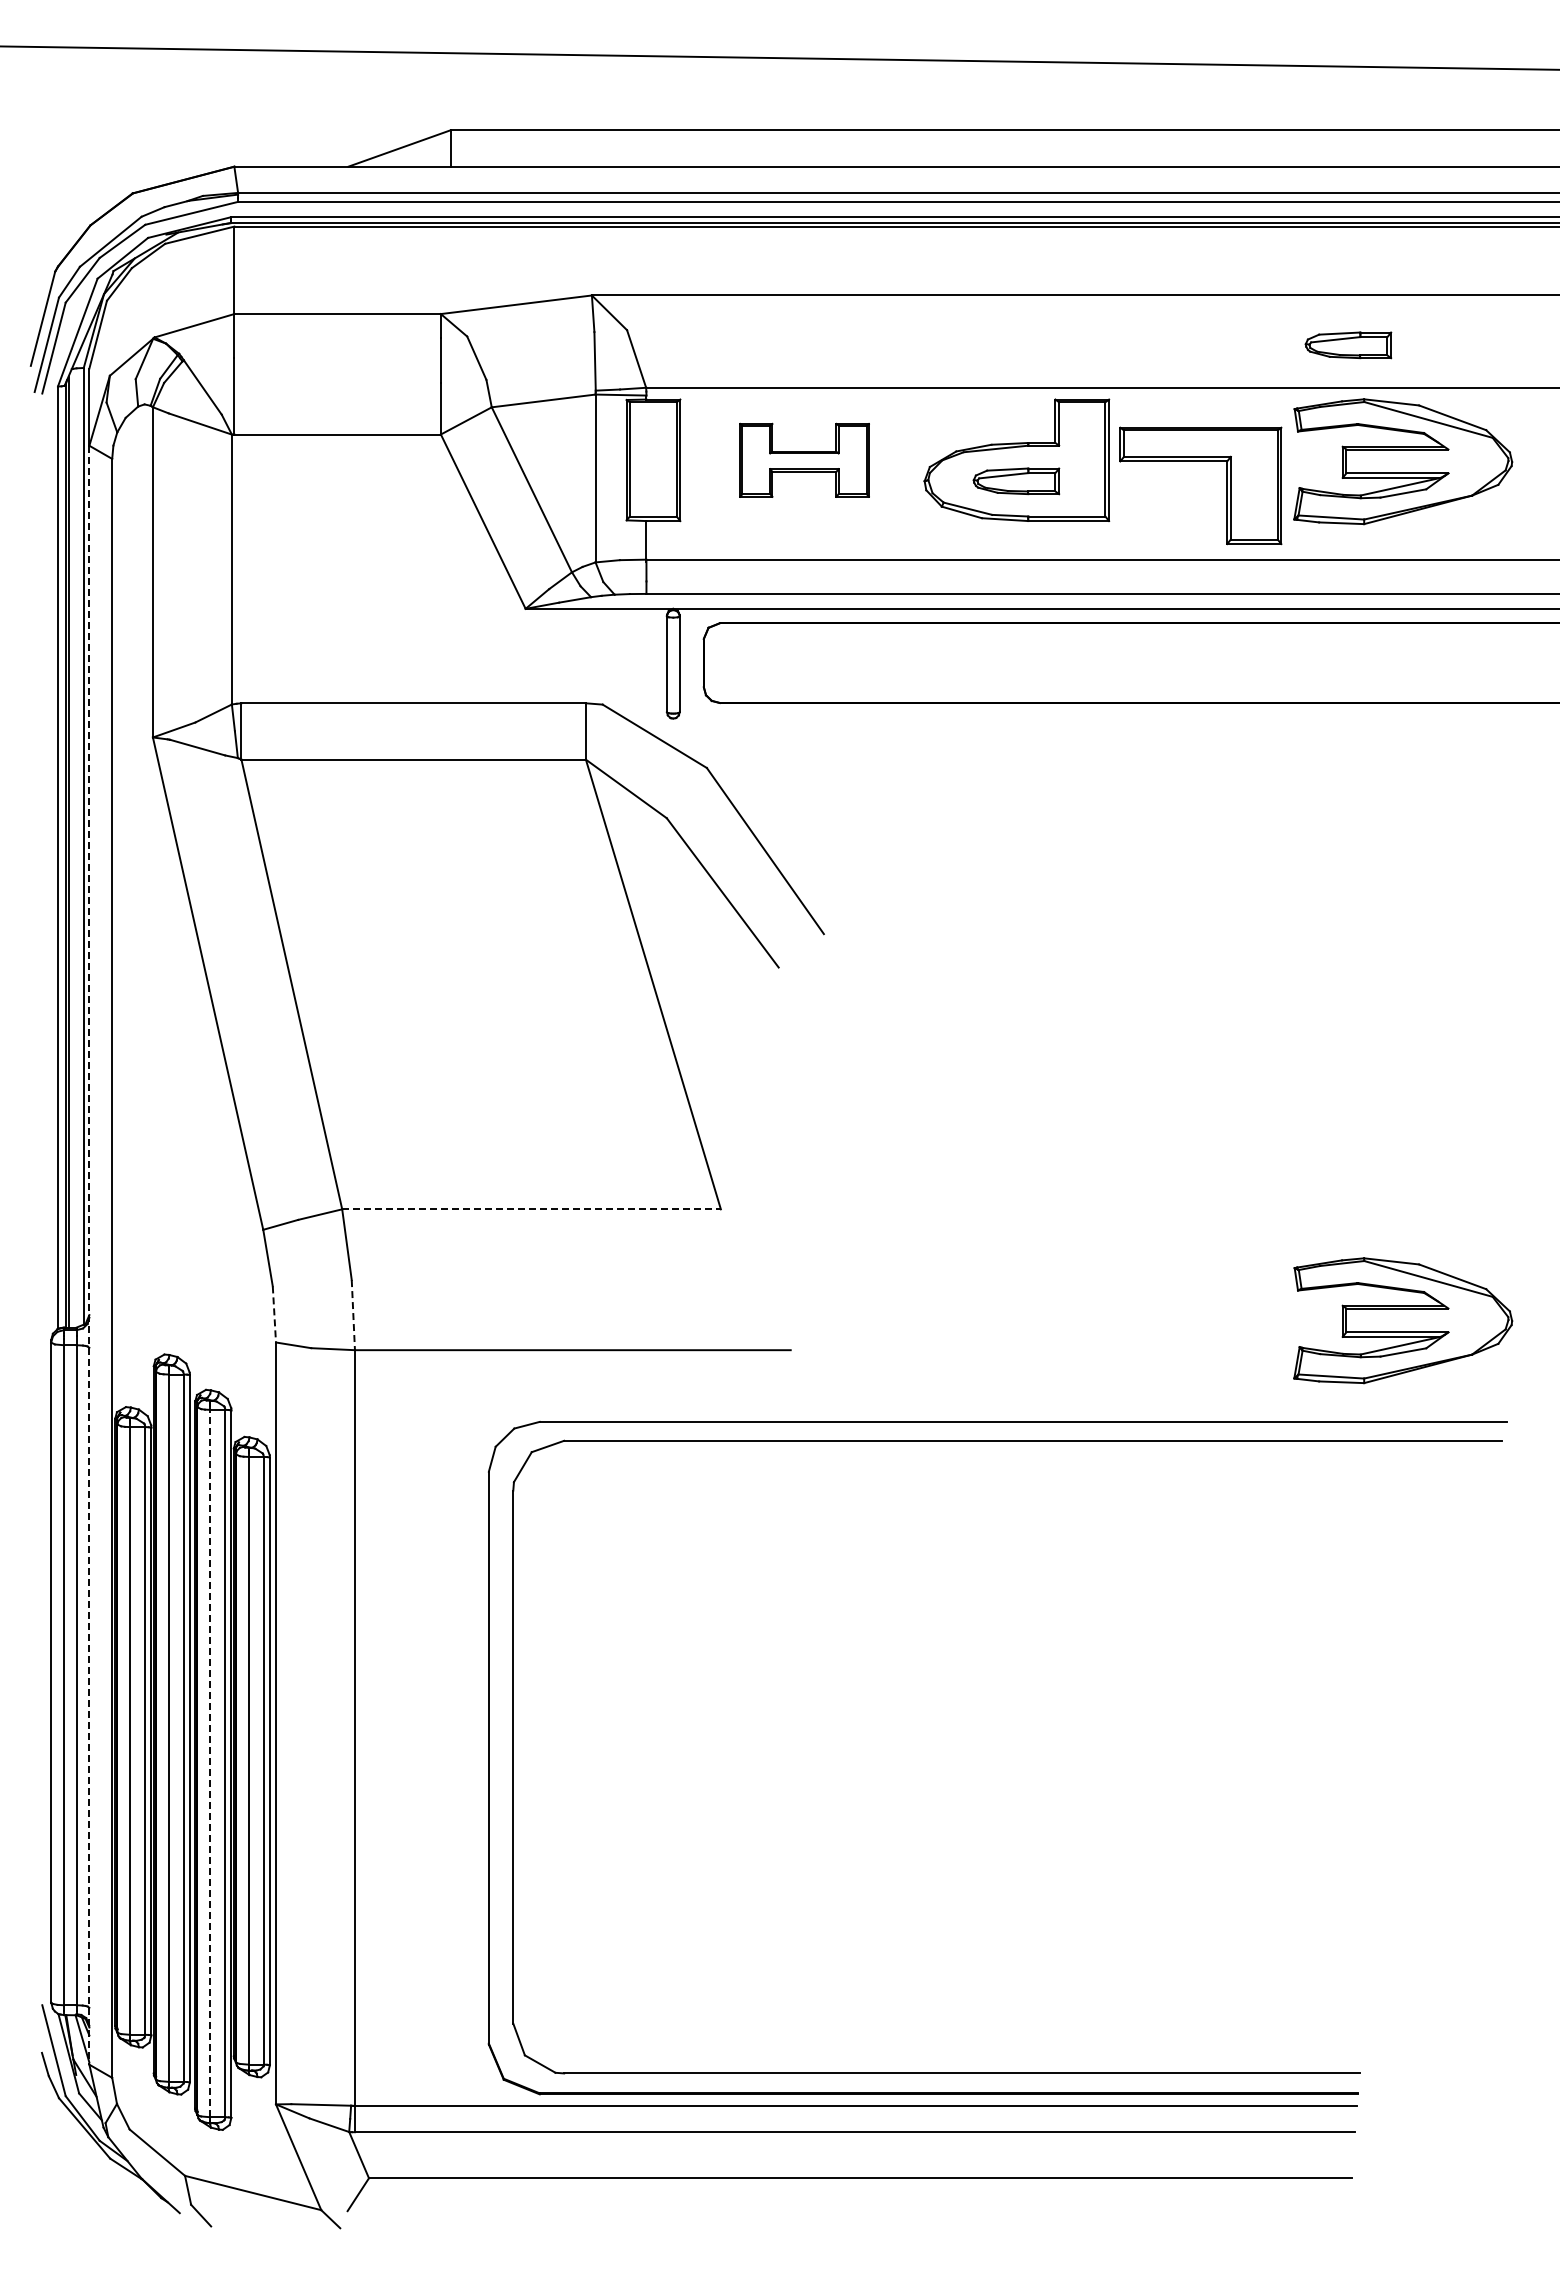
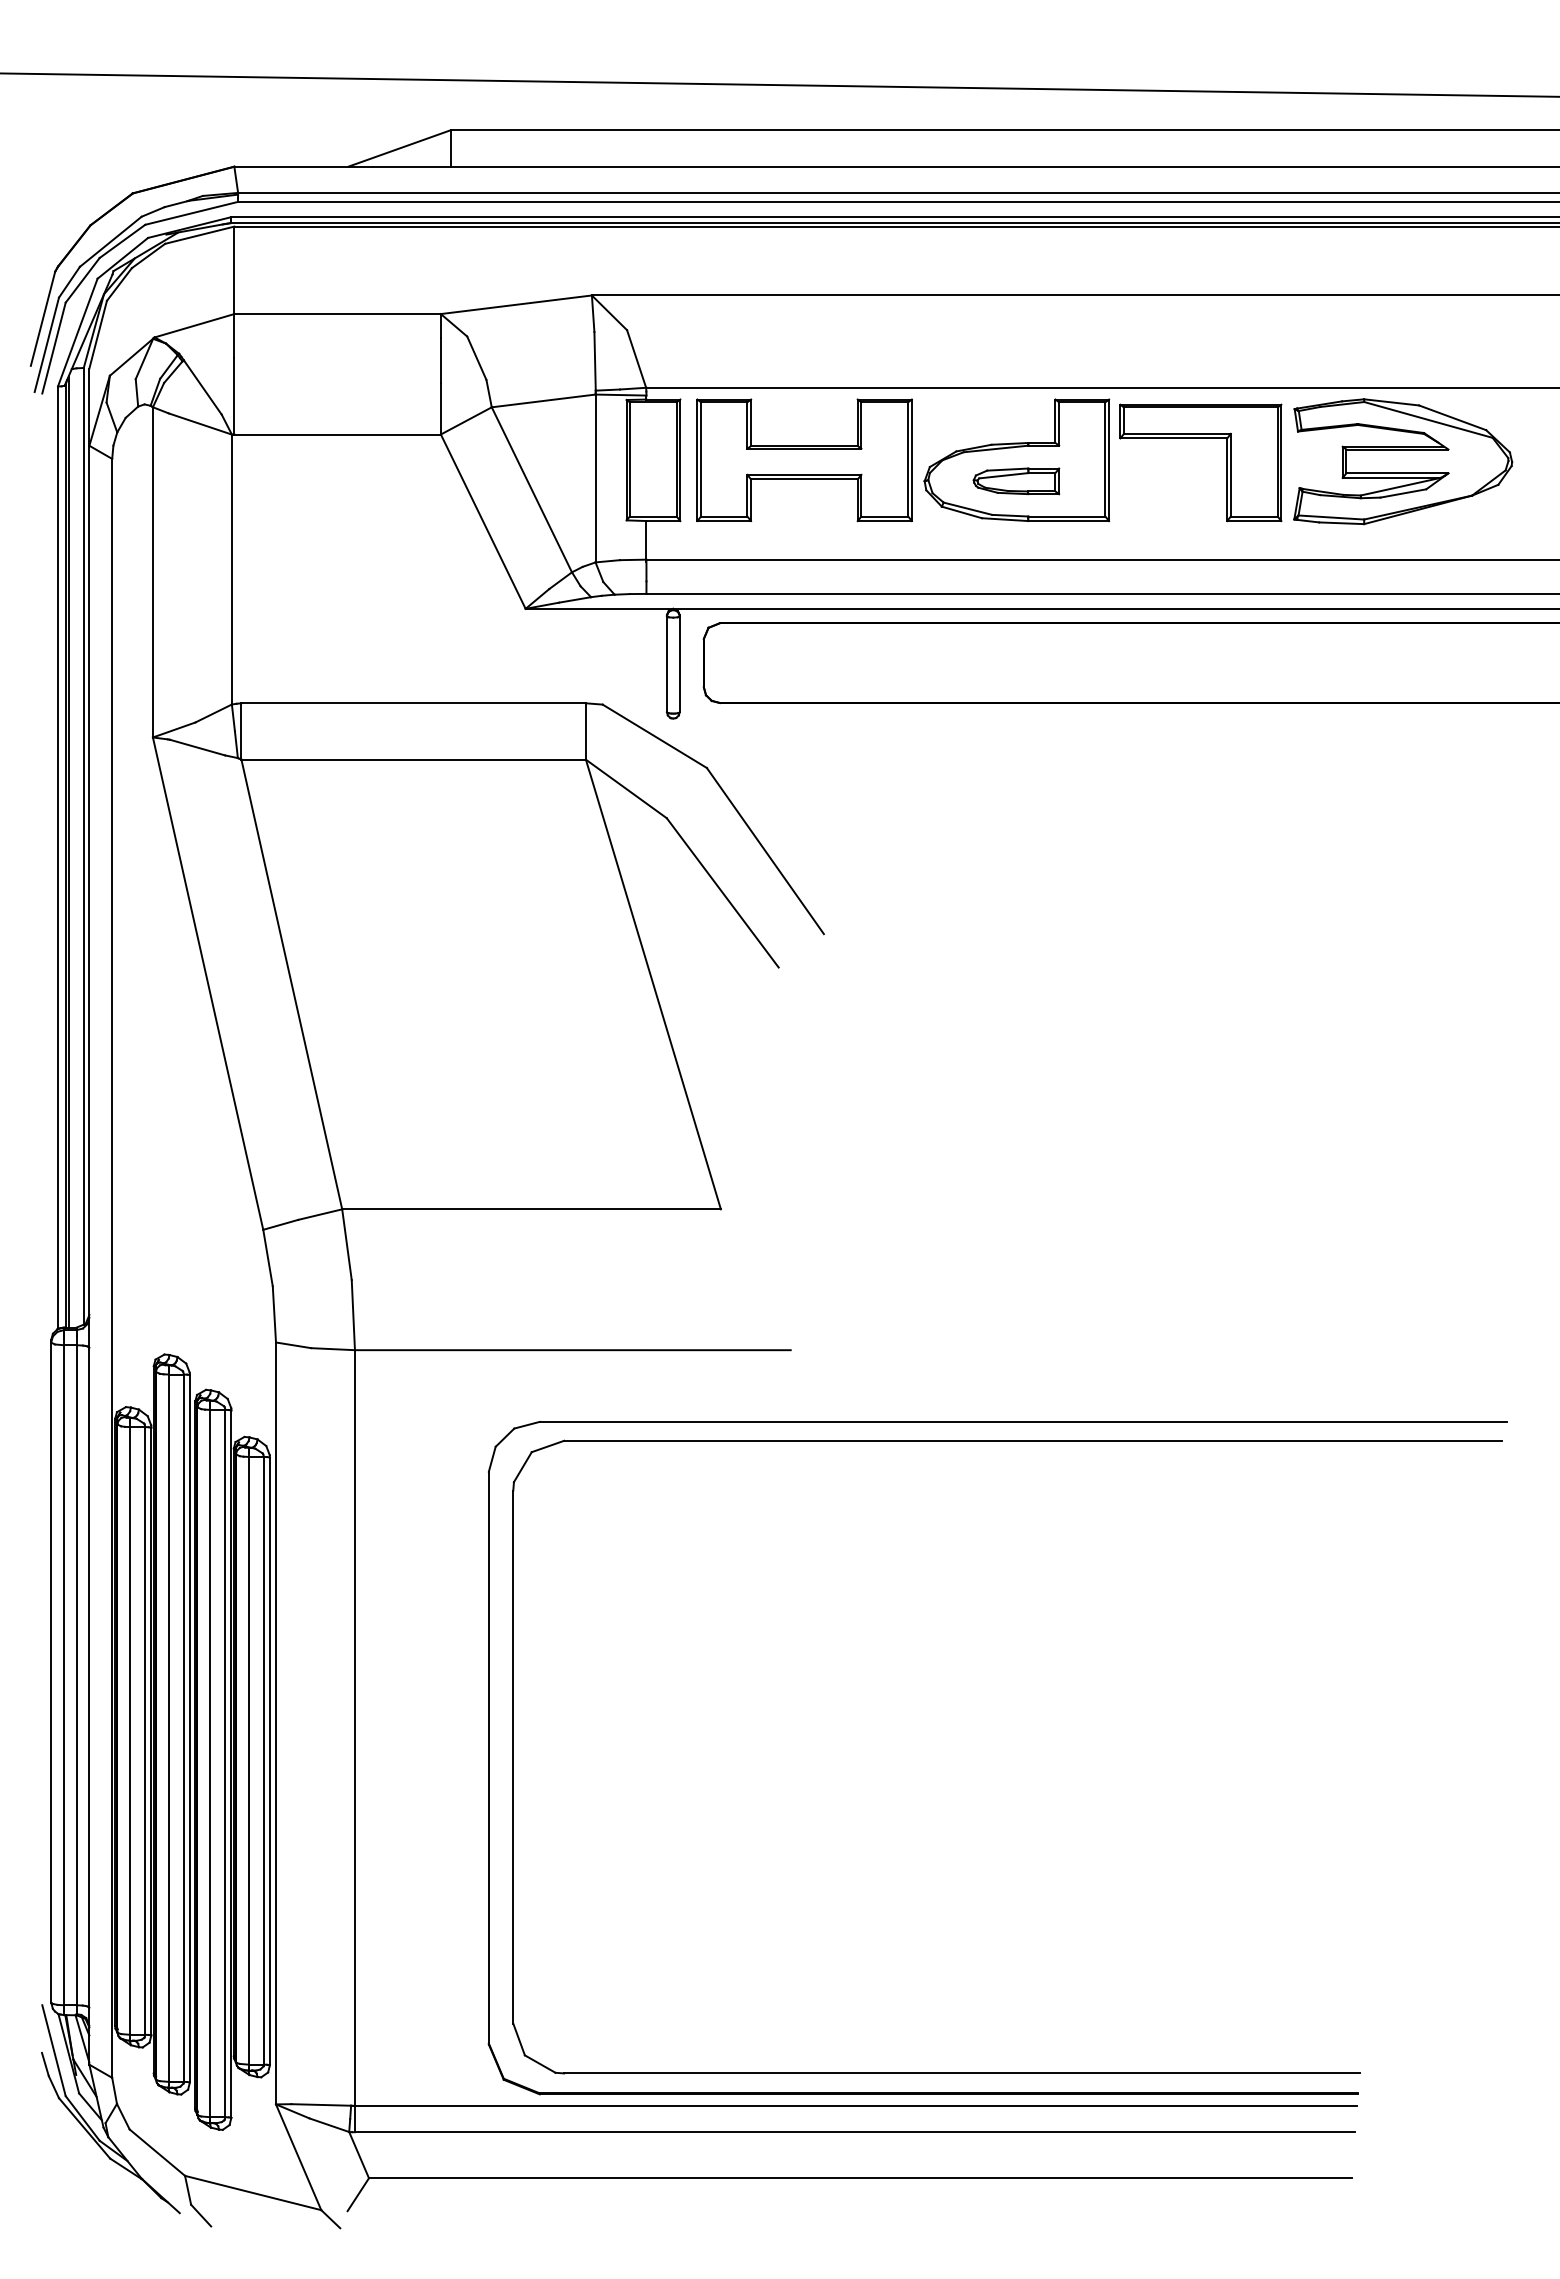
line at (779, 57) position: (779, 57) -> (779, 84)
part at (1348, 345): present -> none
part at (804, 459) size: 131x76 px -> 217x125 px
part at (1200, 461) position: (1200, 461) -> (1200, 438)
line at (532, 1209): dashed -> solid
line at (89, 1255): dashed -> solid
line at (274, 1314): dashed -> solid
line at (353, 1315): dashed -> solid
part at (1403, 1320): present -> none
line at (210, 1763): dashed -> solid
